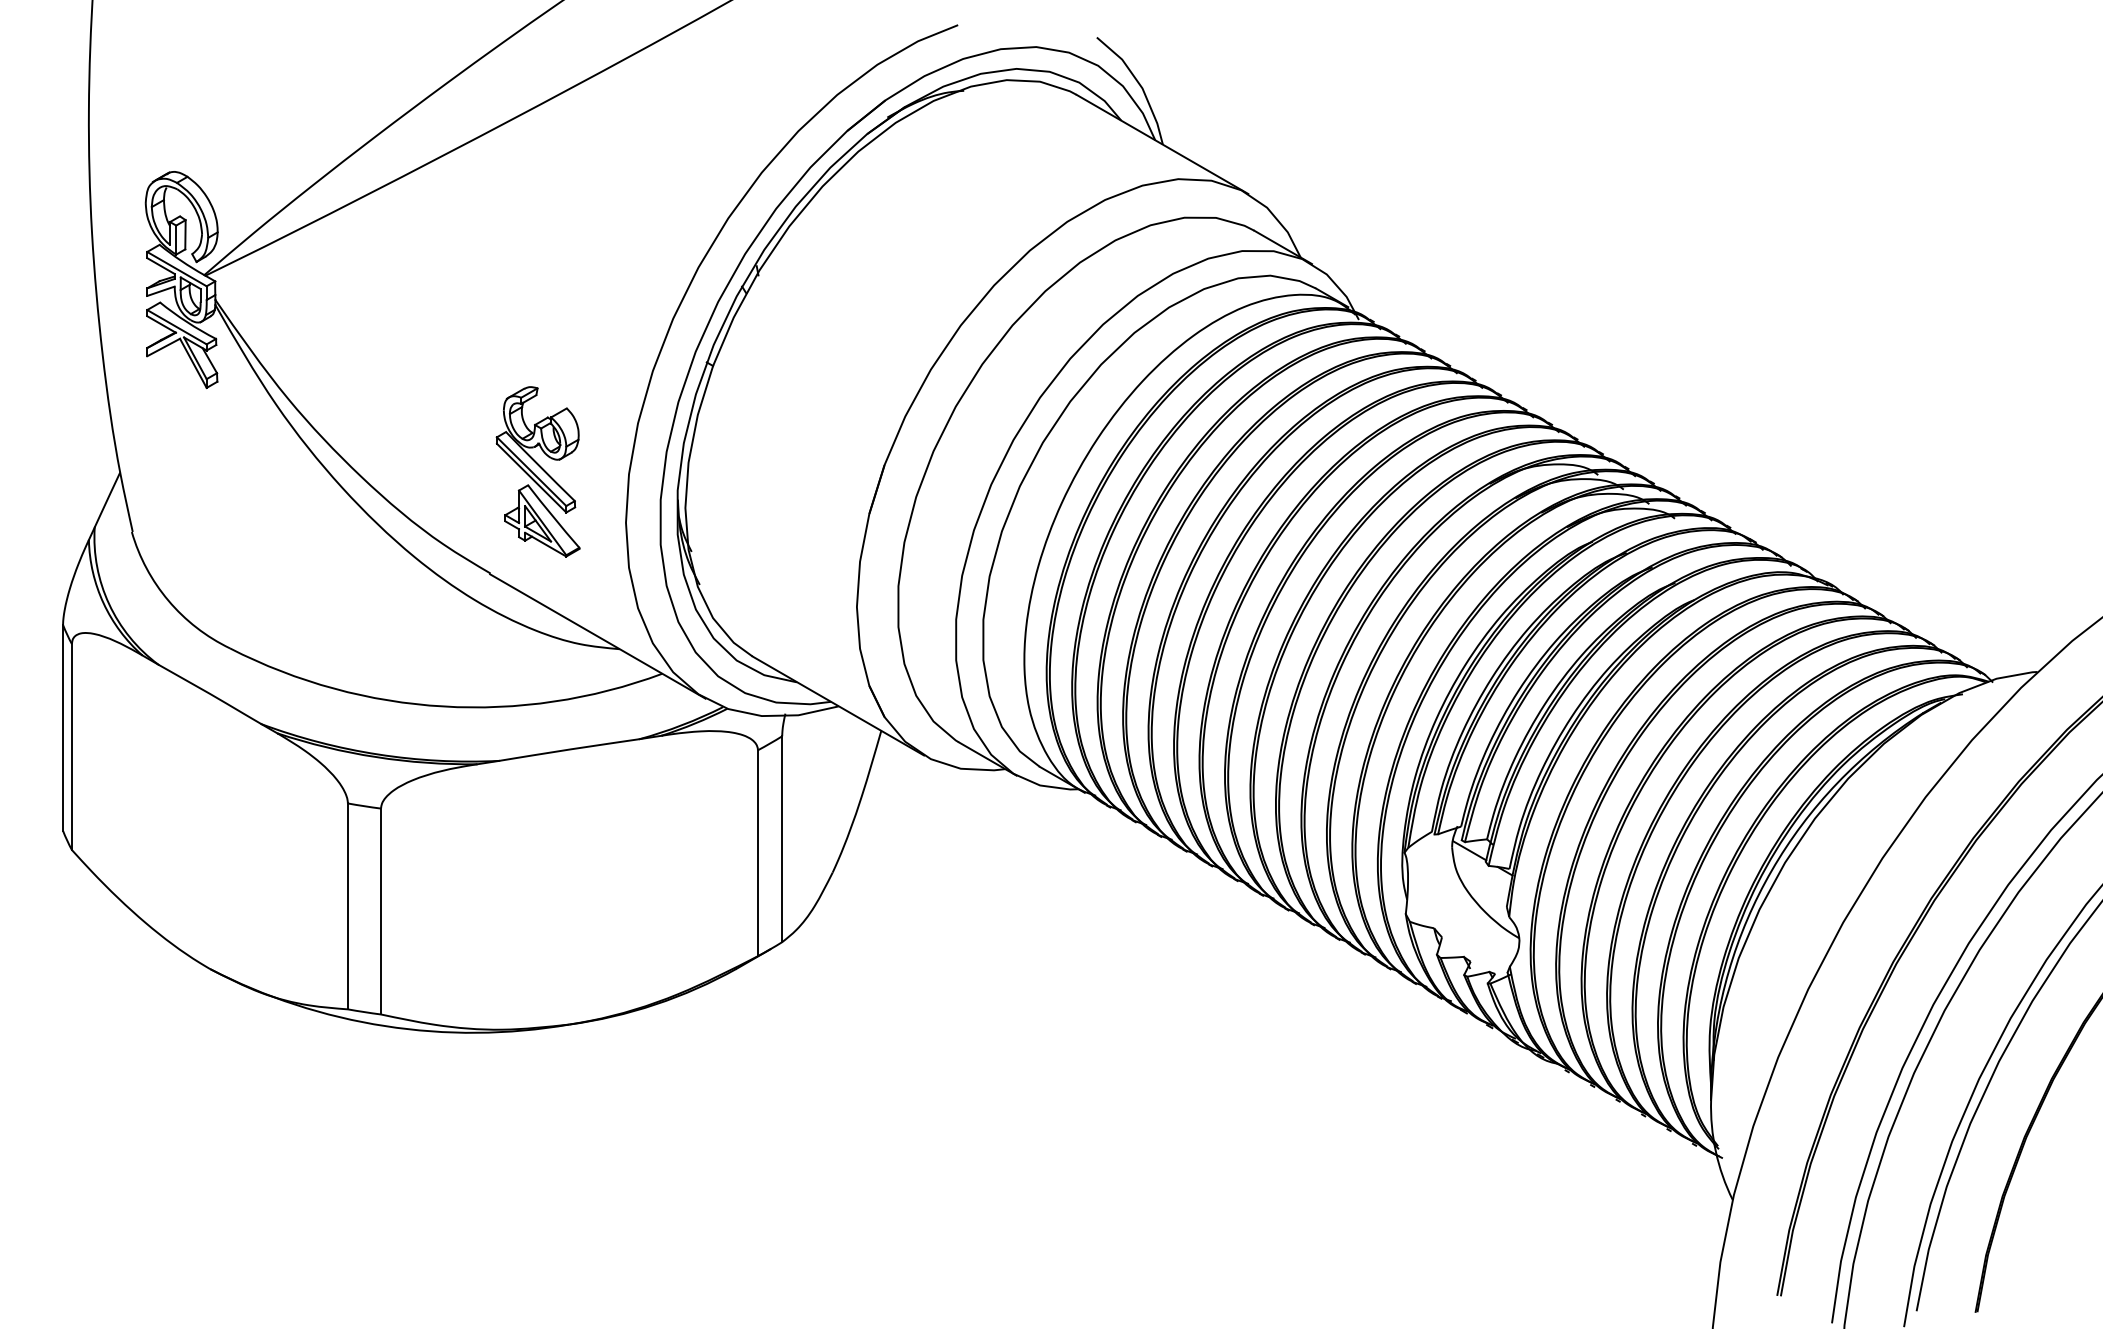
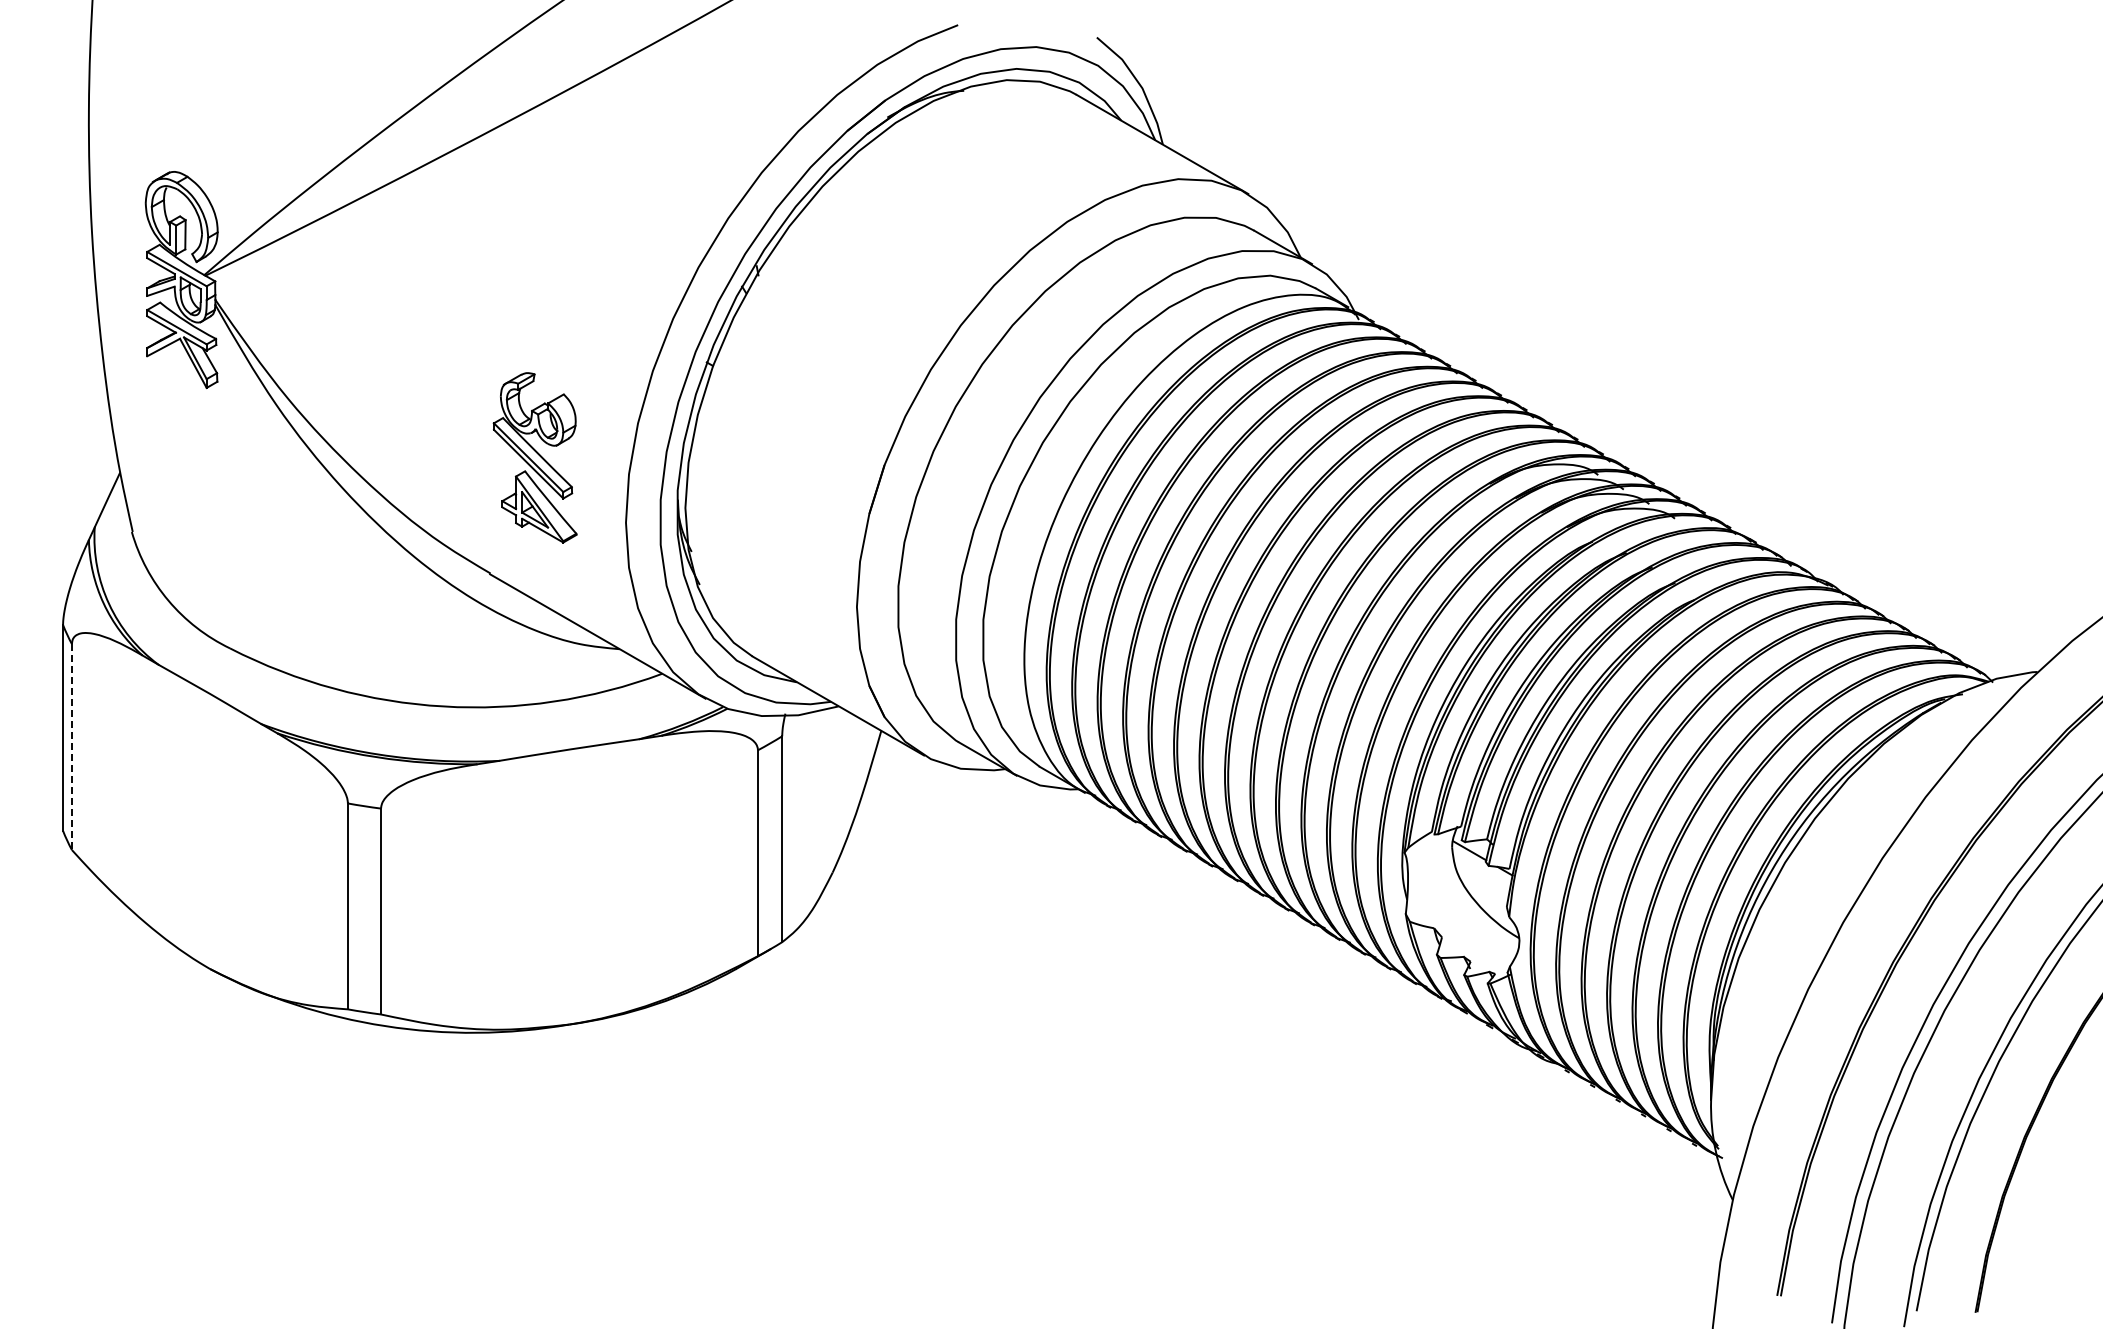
part at (537, 471) position: (537, 471) -> (534, 457)
line at (71, 747): solid -> dashed
